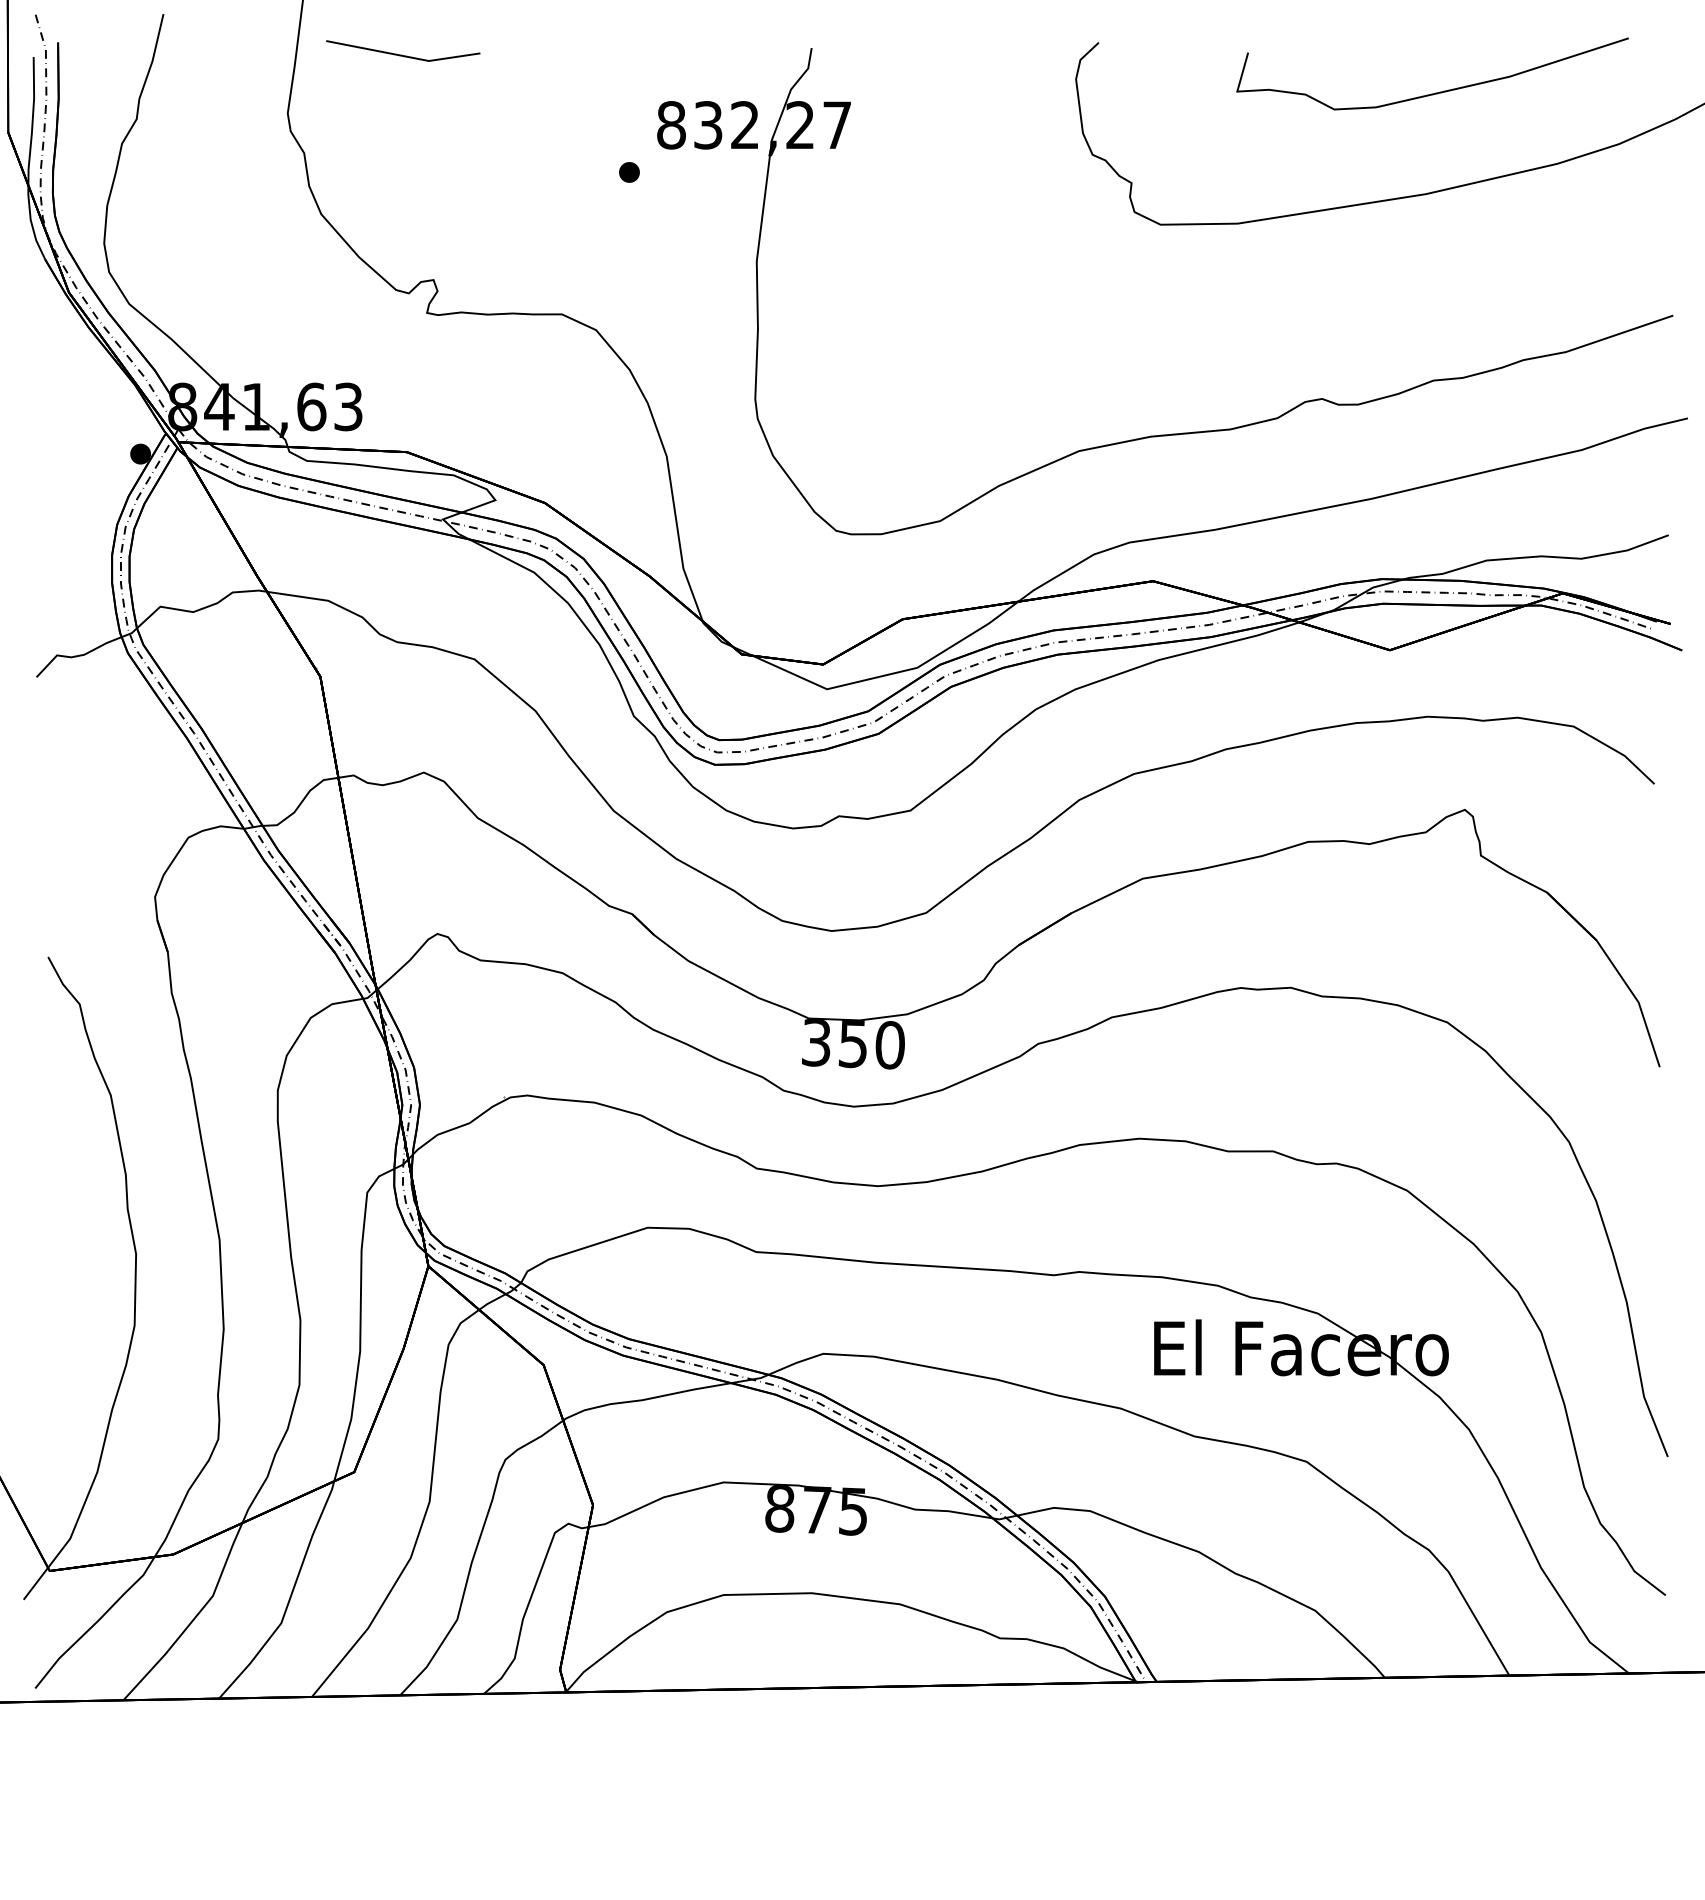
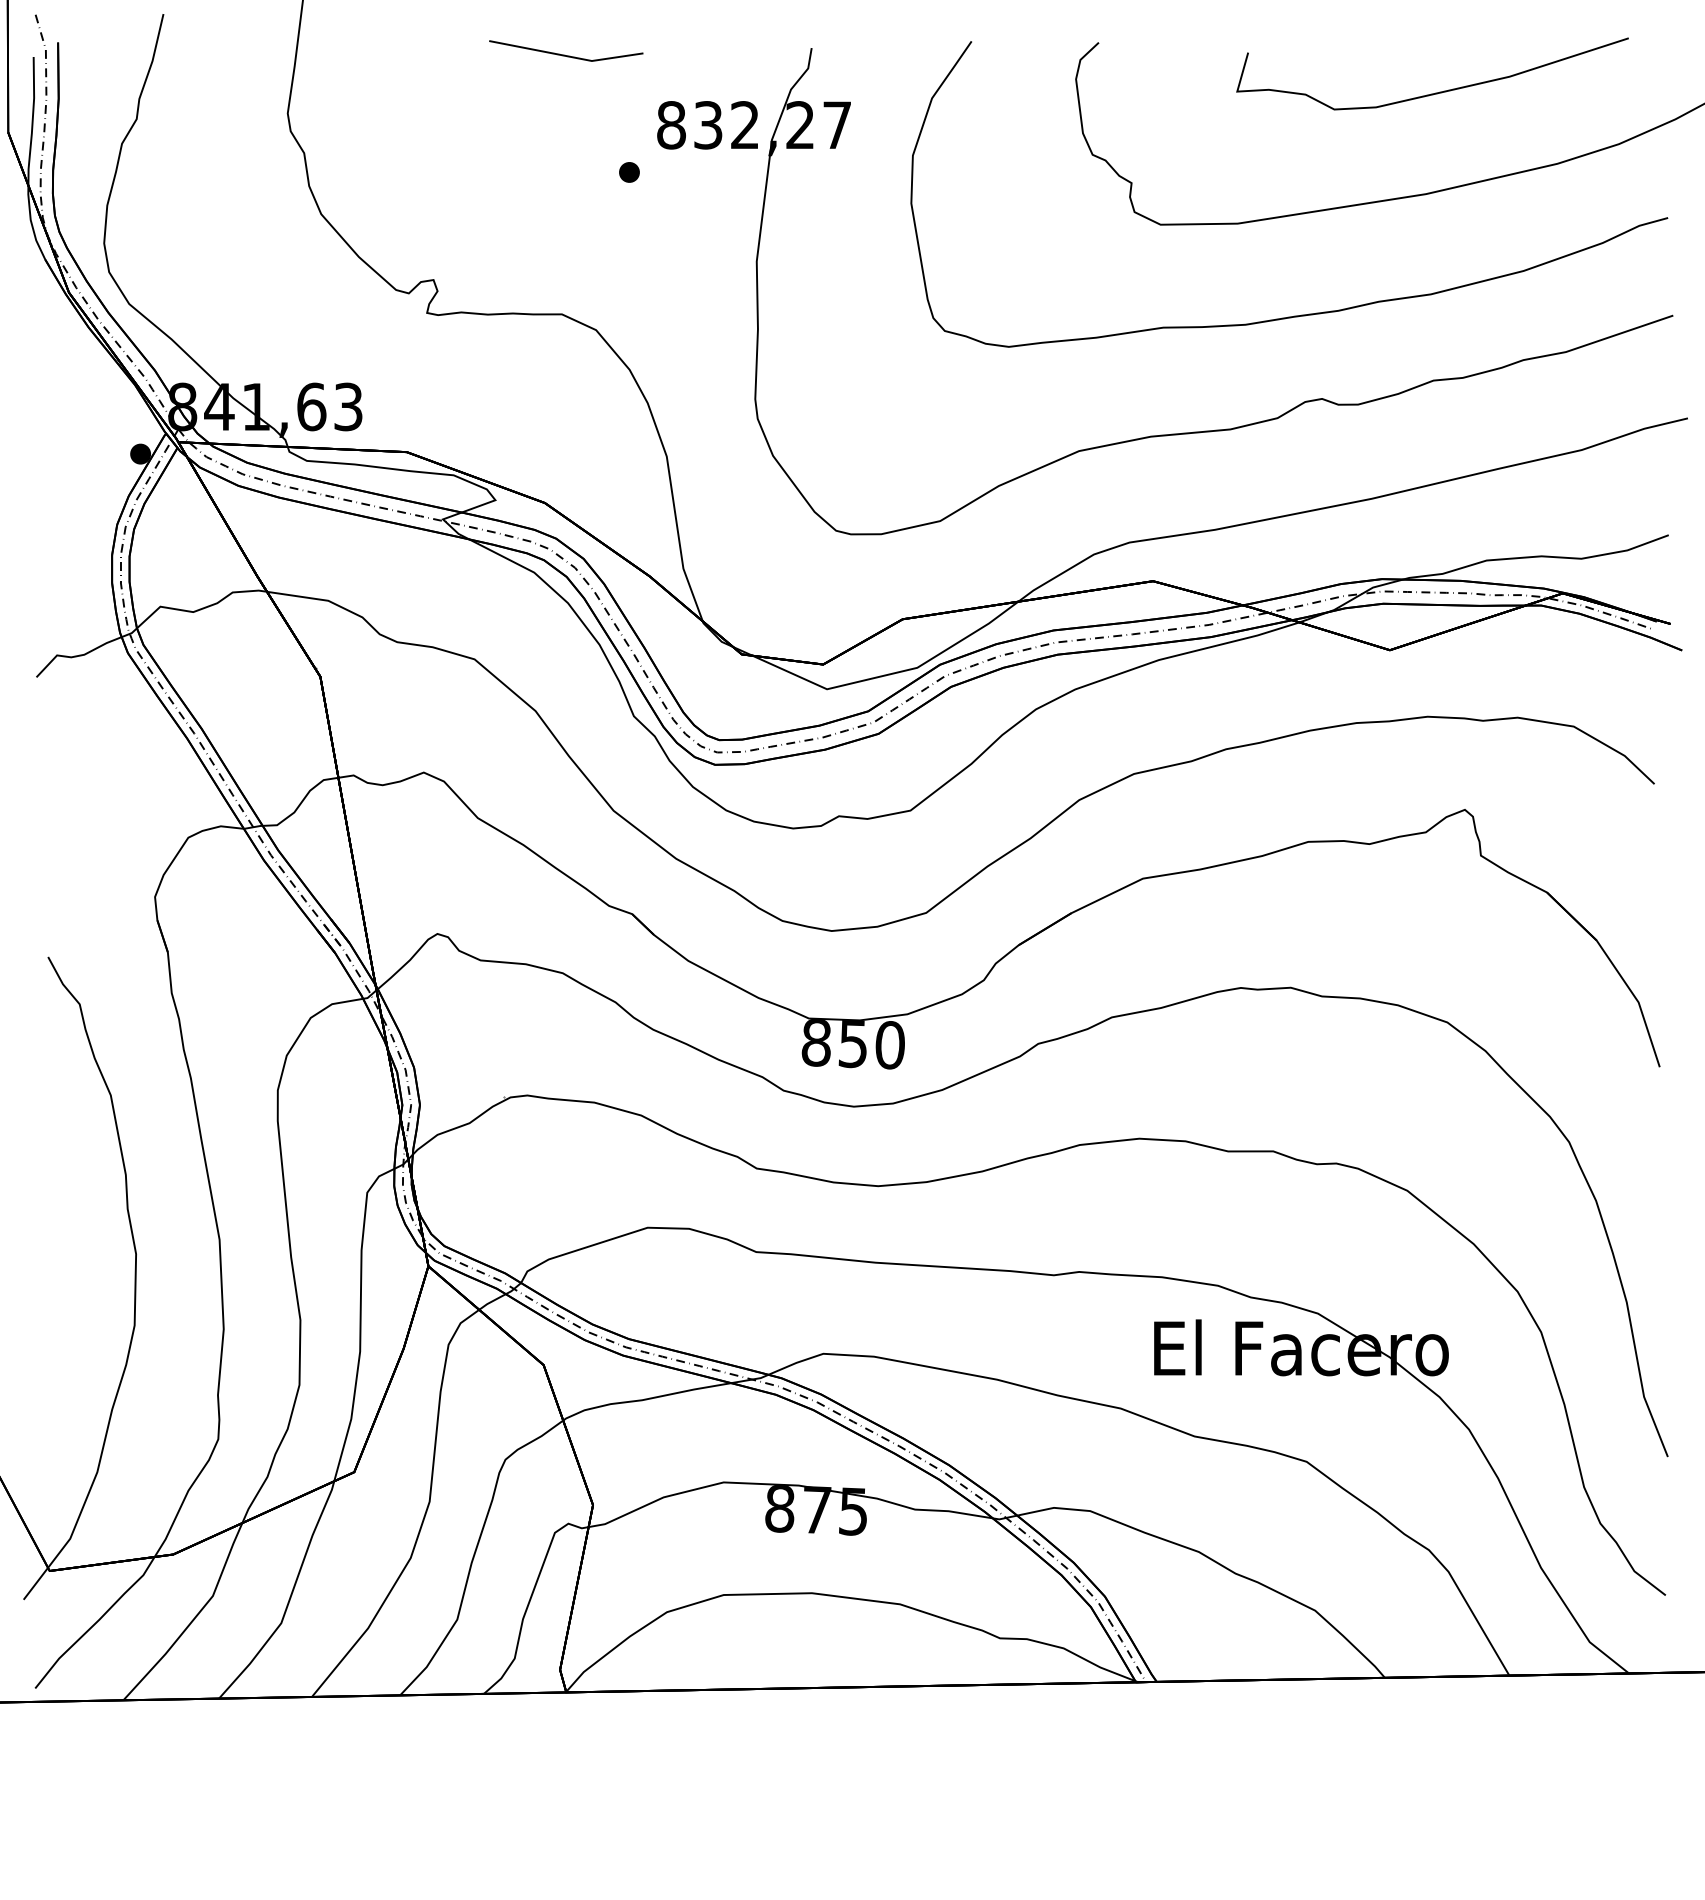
line at (401, 54) position: (401, 54) -> (564, 54)
curve at (1308, 313): none -> present
text at (815, 1042): 350 -> 850
